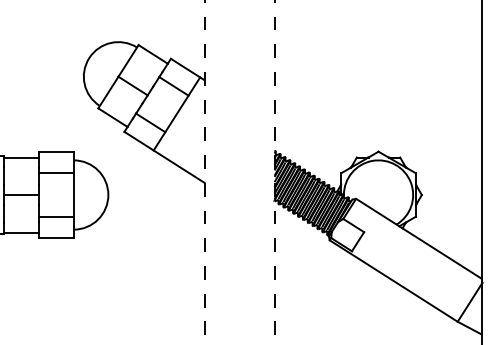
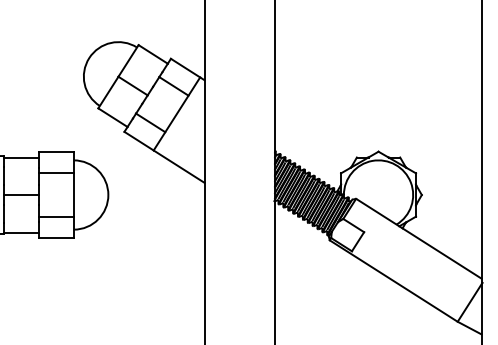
line at (205, 172): dashed -> solid
line at (274, 172): dashed -> solid
